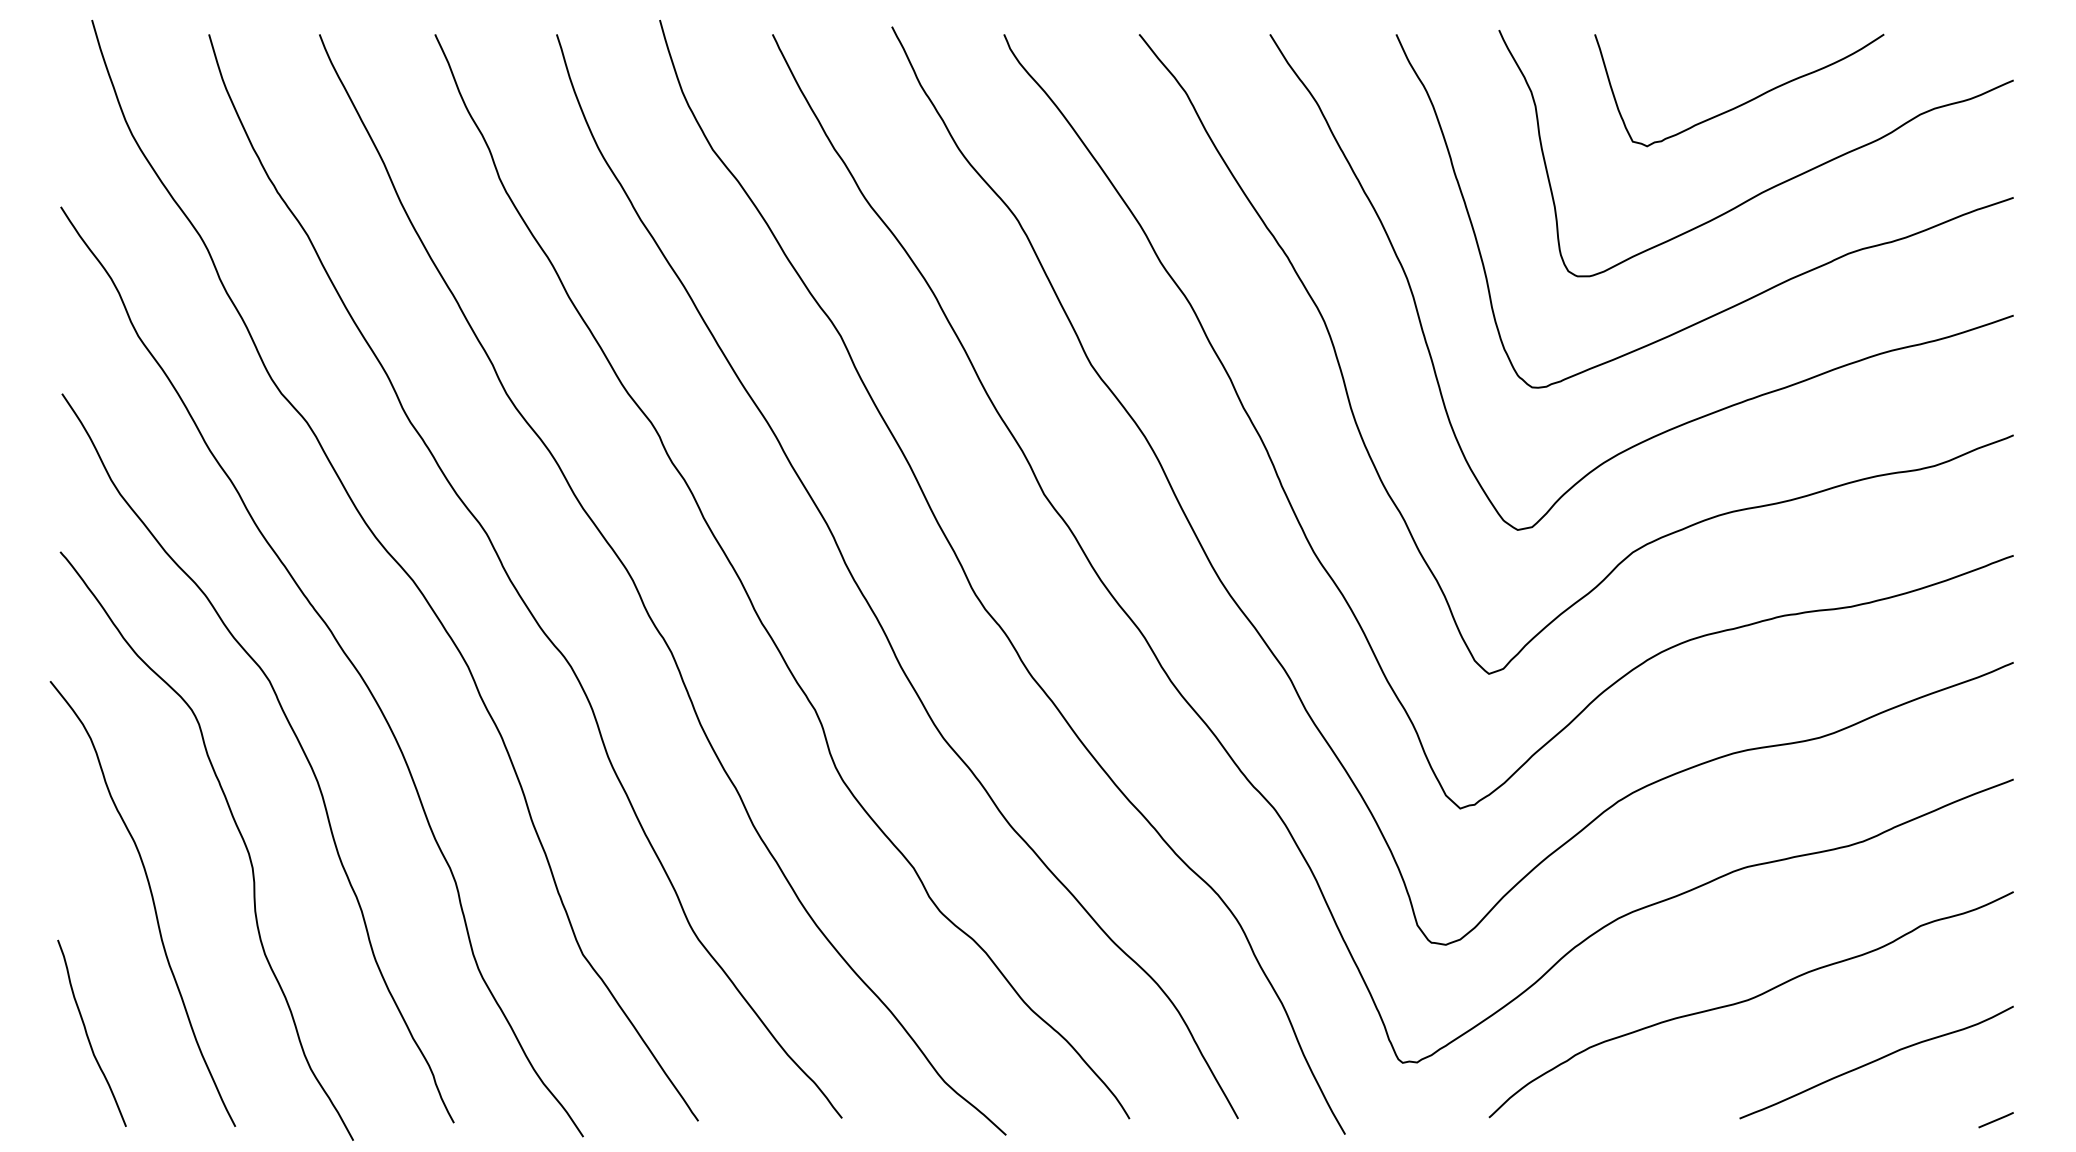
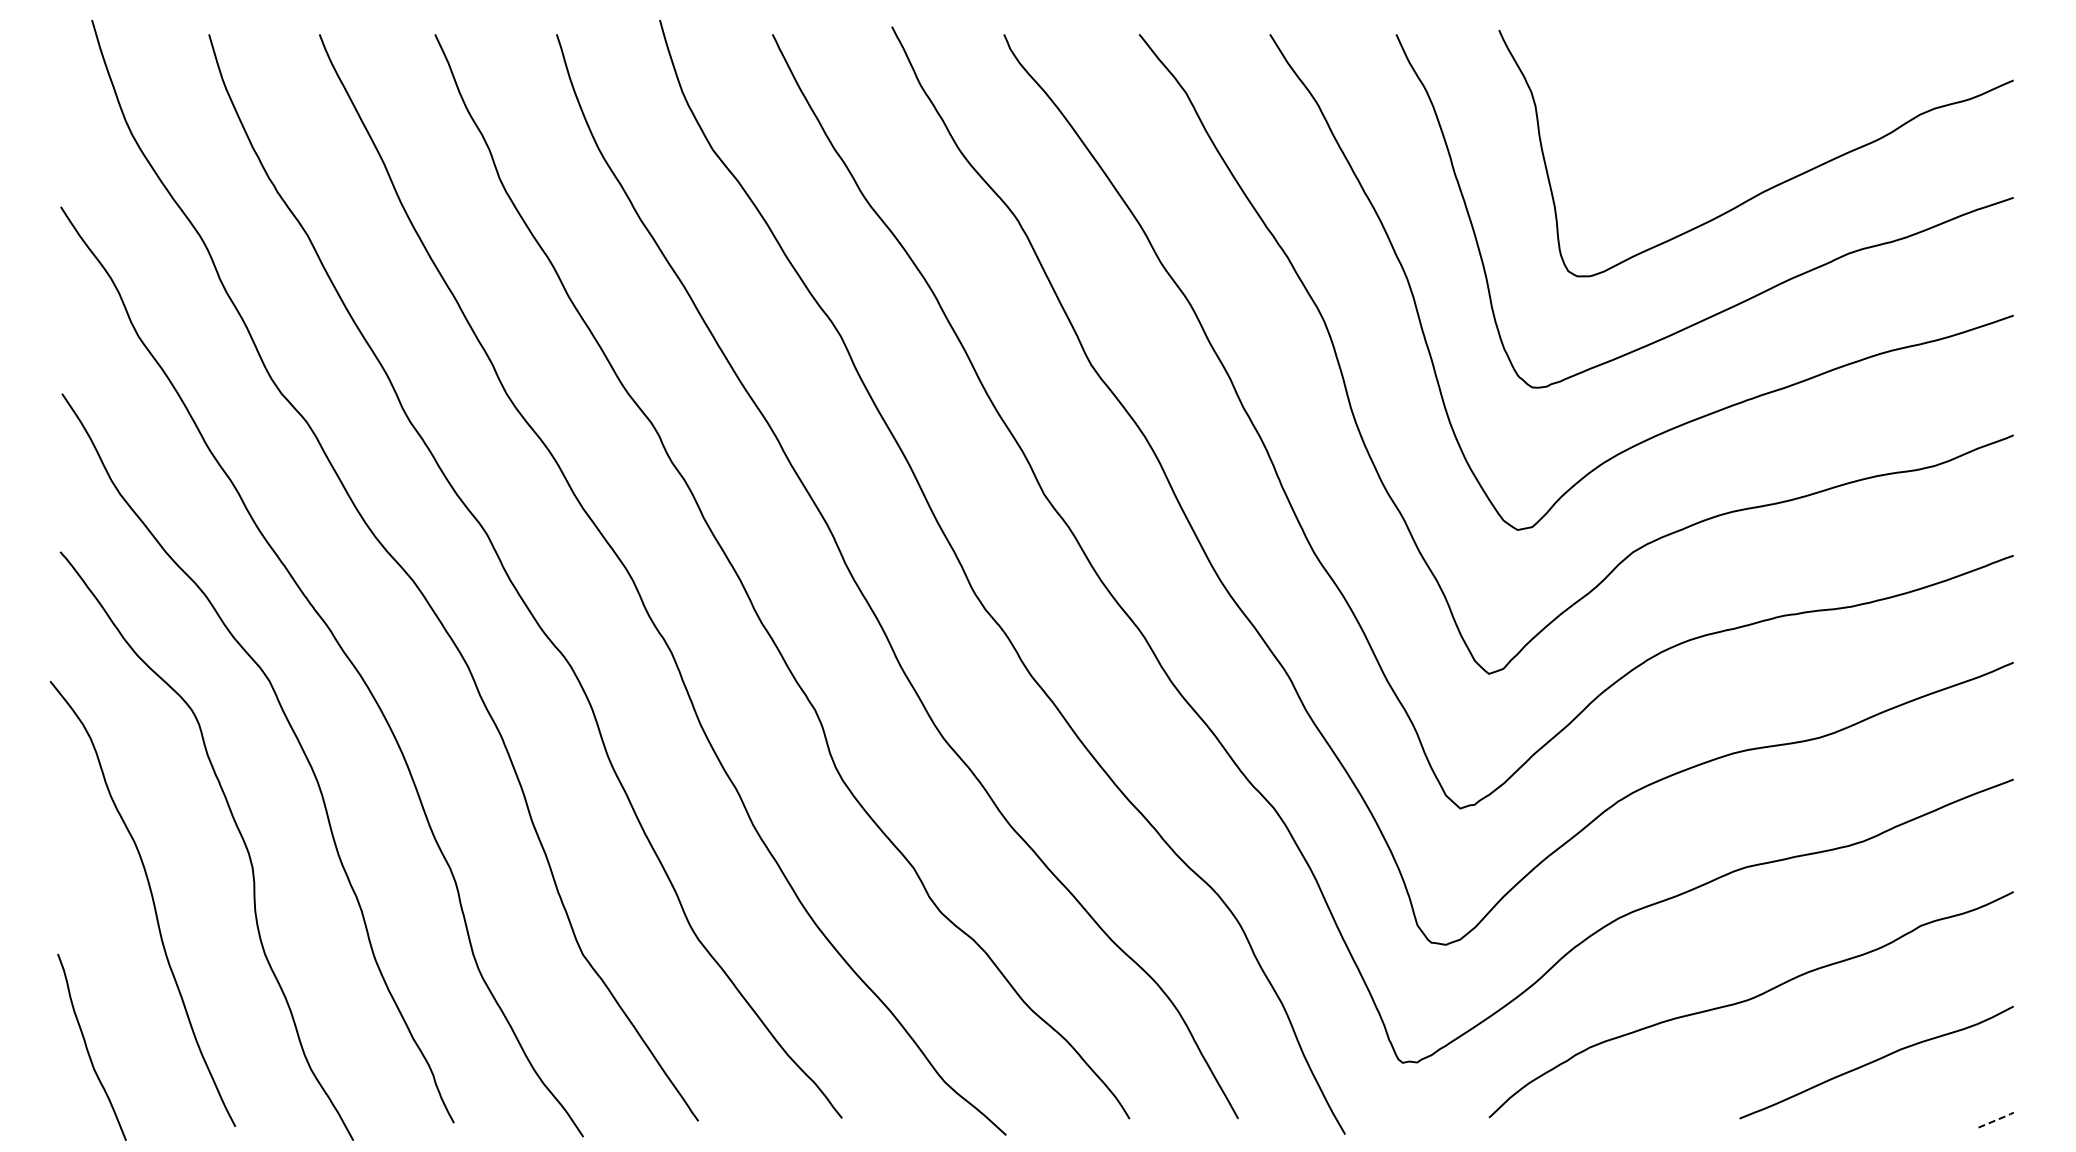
curve at (1744, 102): present -> none
curve at (87, 1032) position: (87, 1032) -> (87, 1046)
line at (1997, 1119): solid -> dashed
